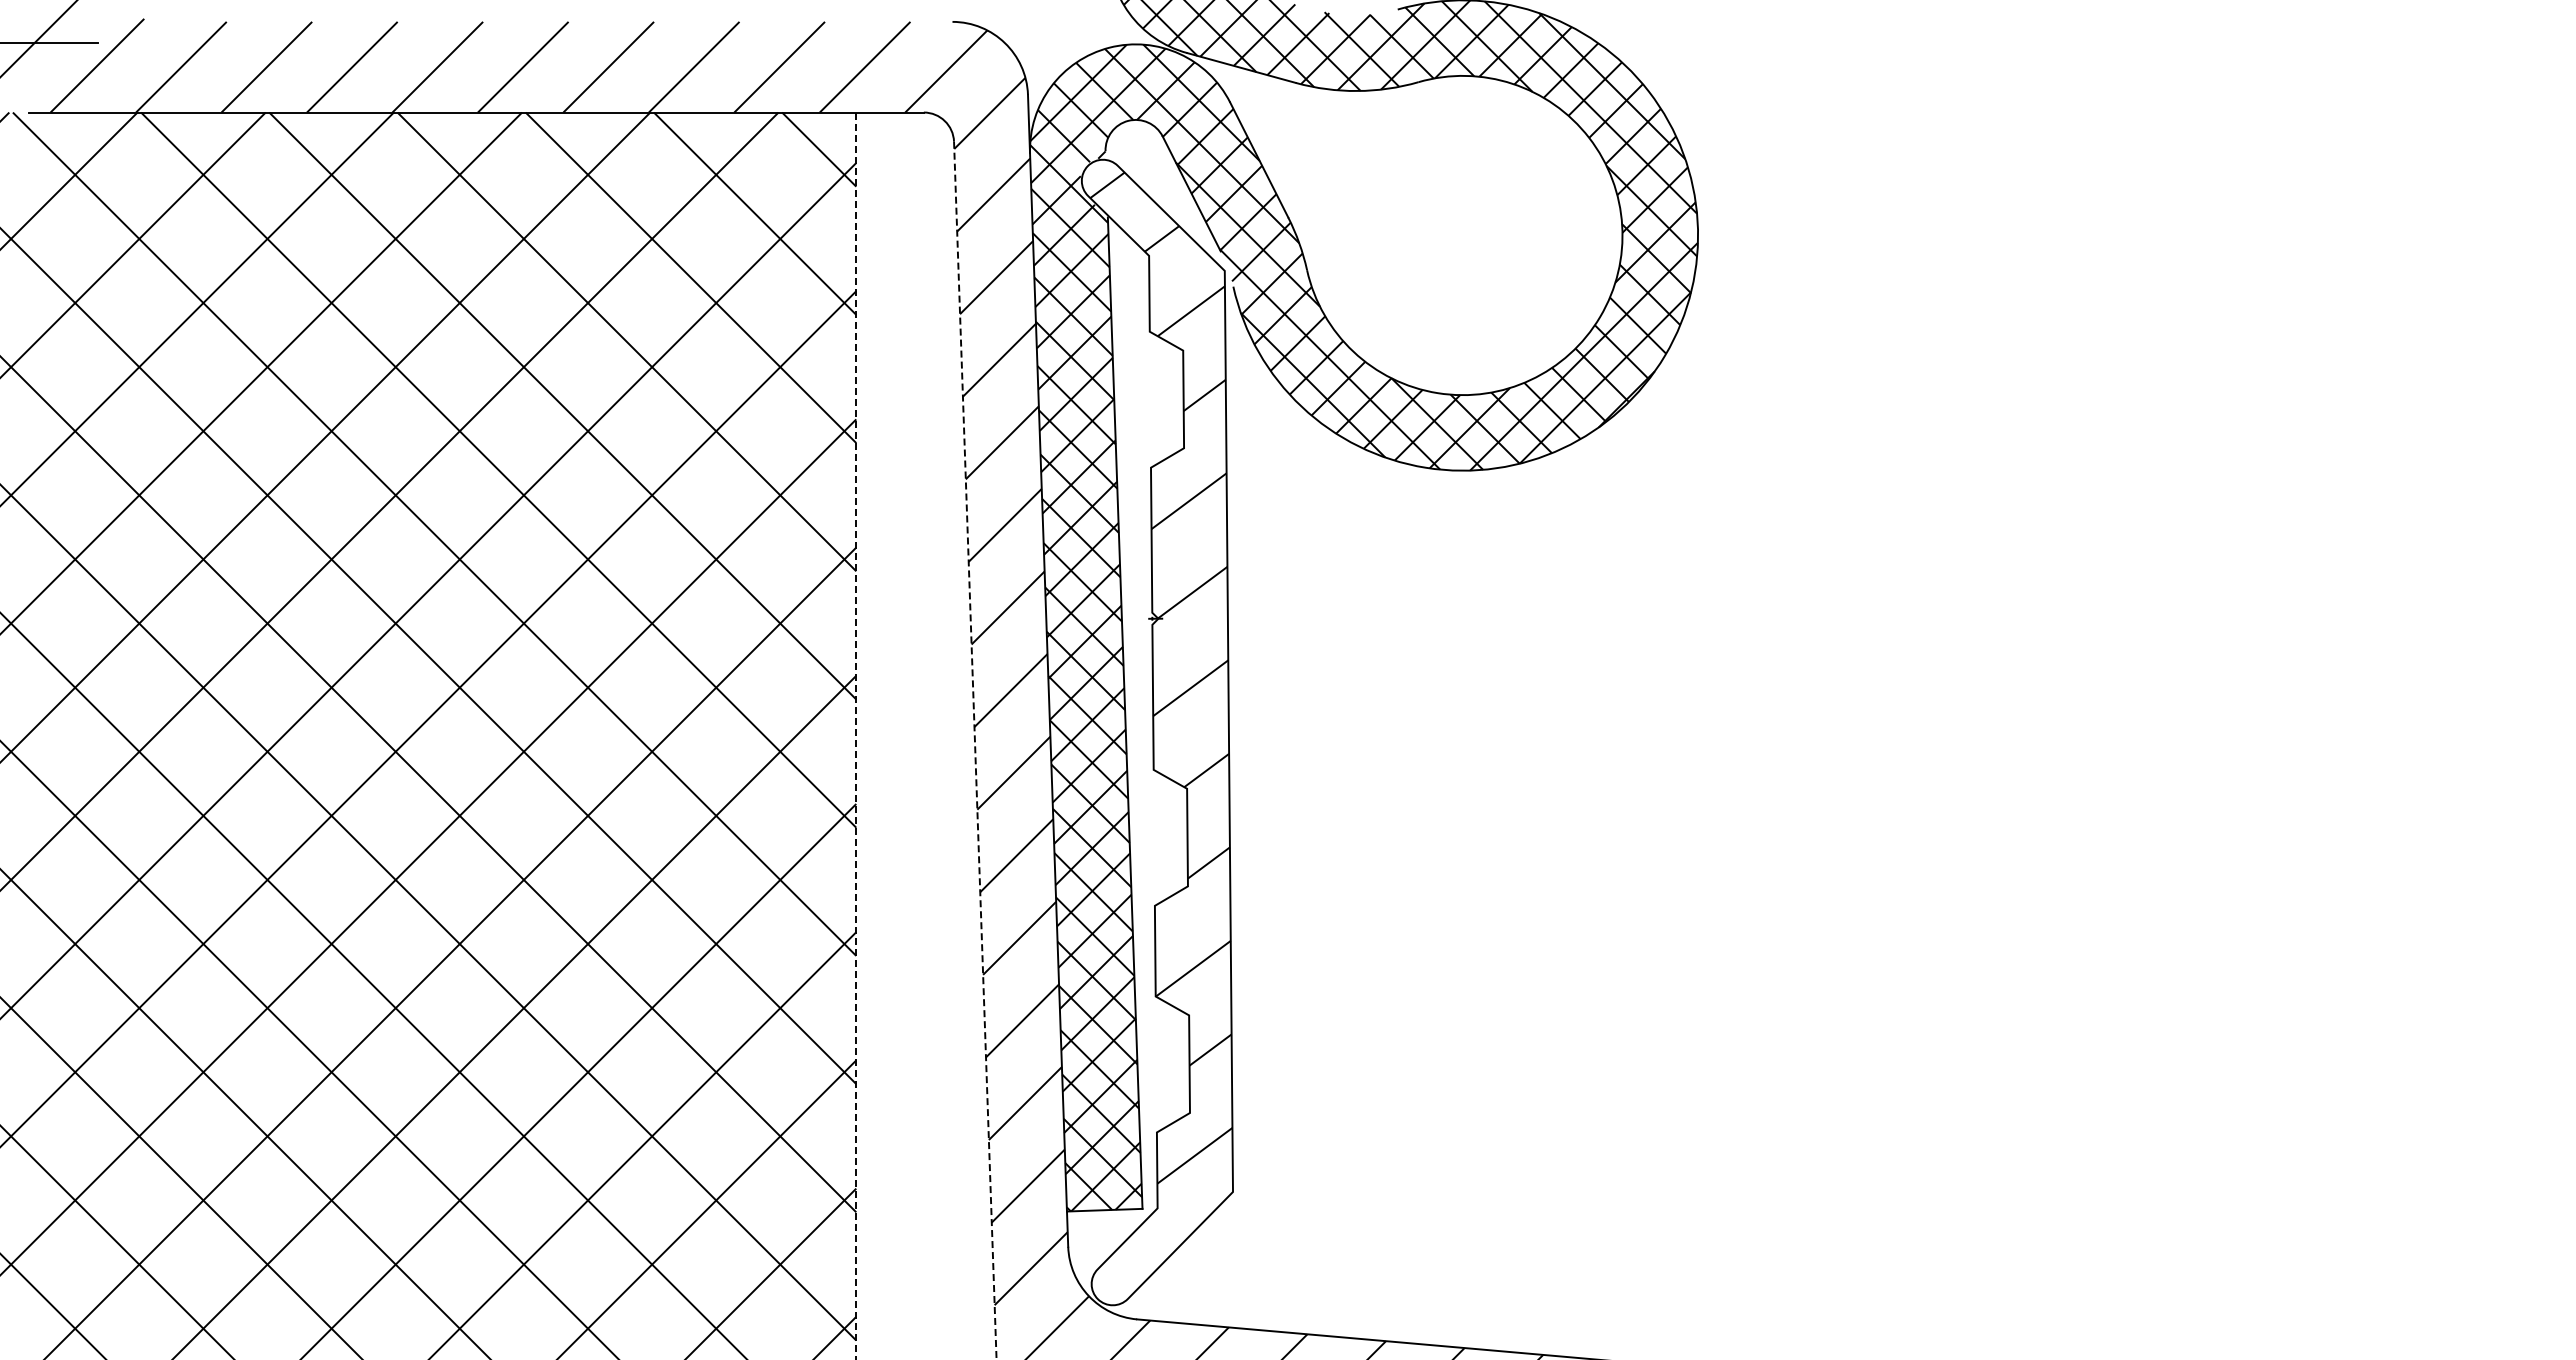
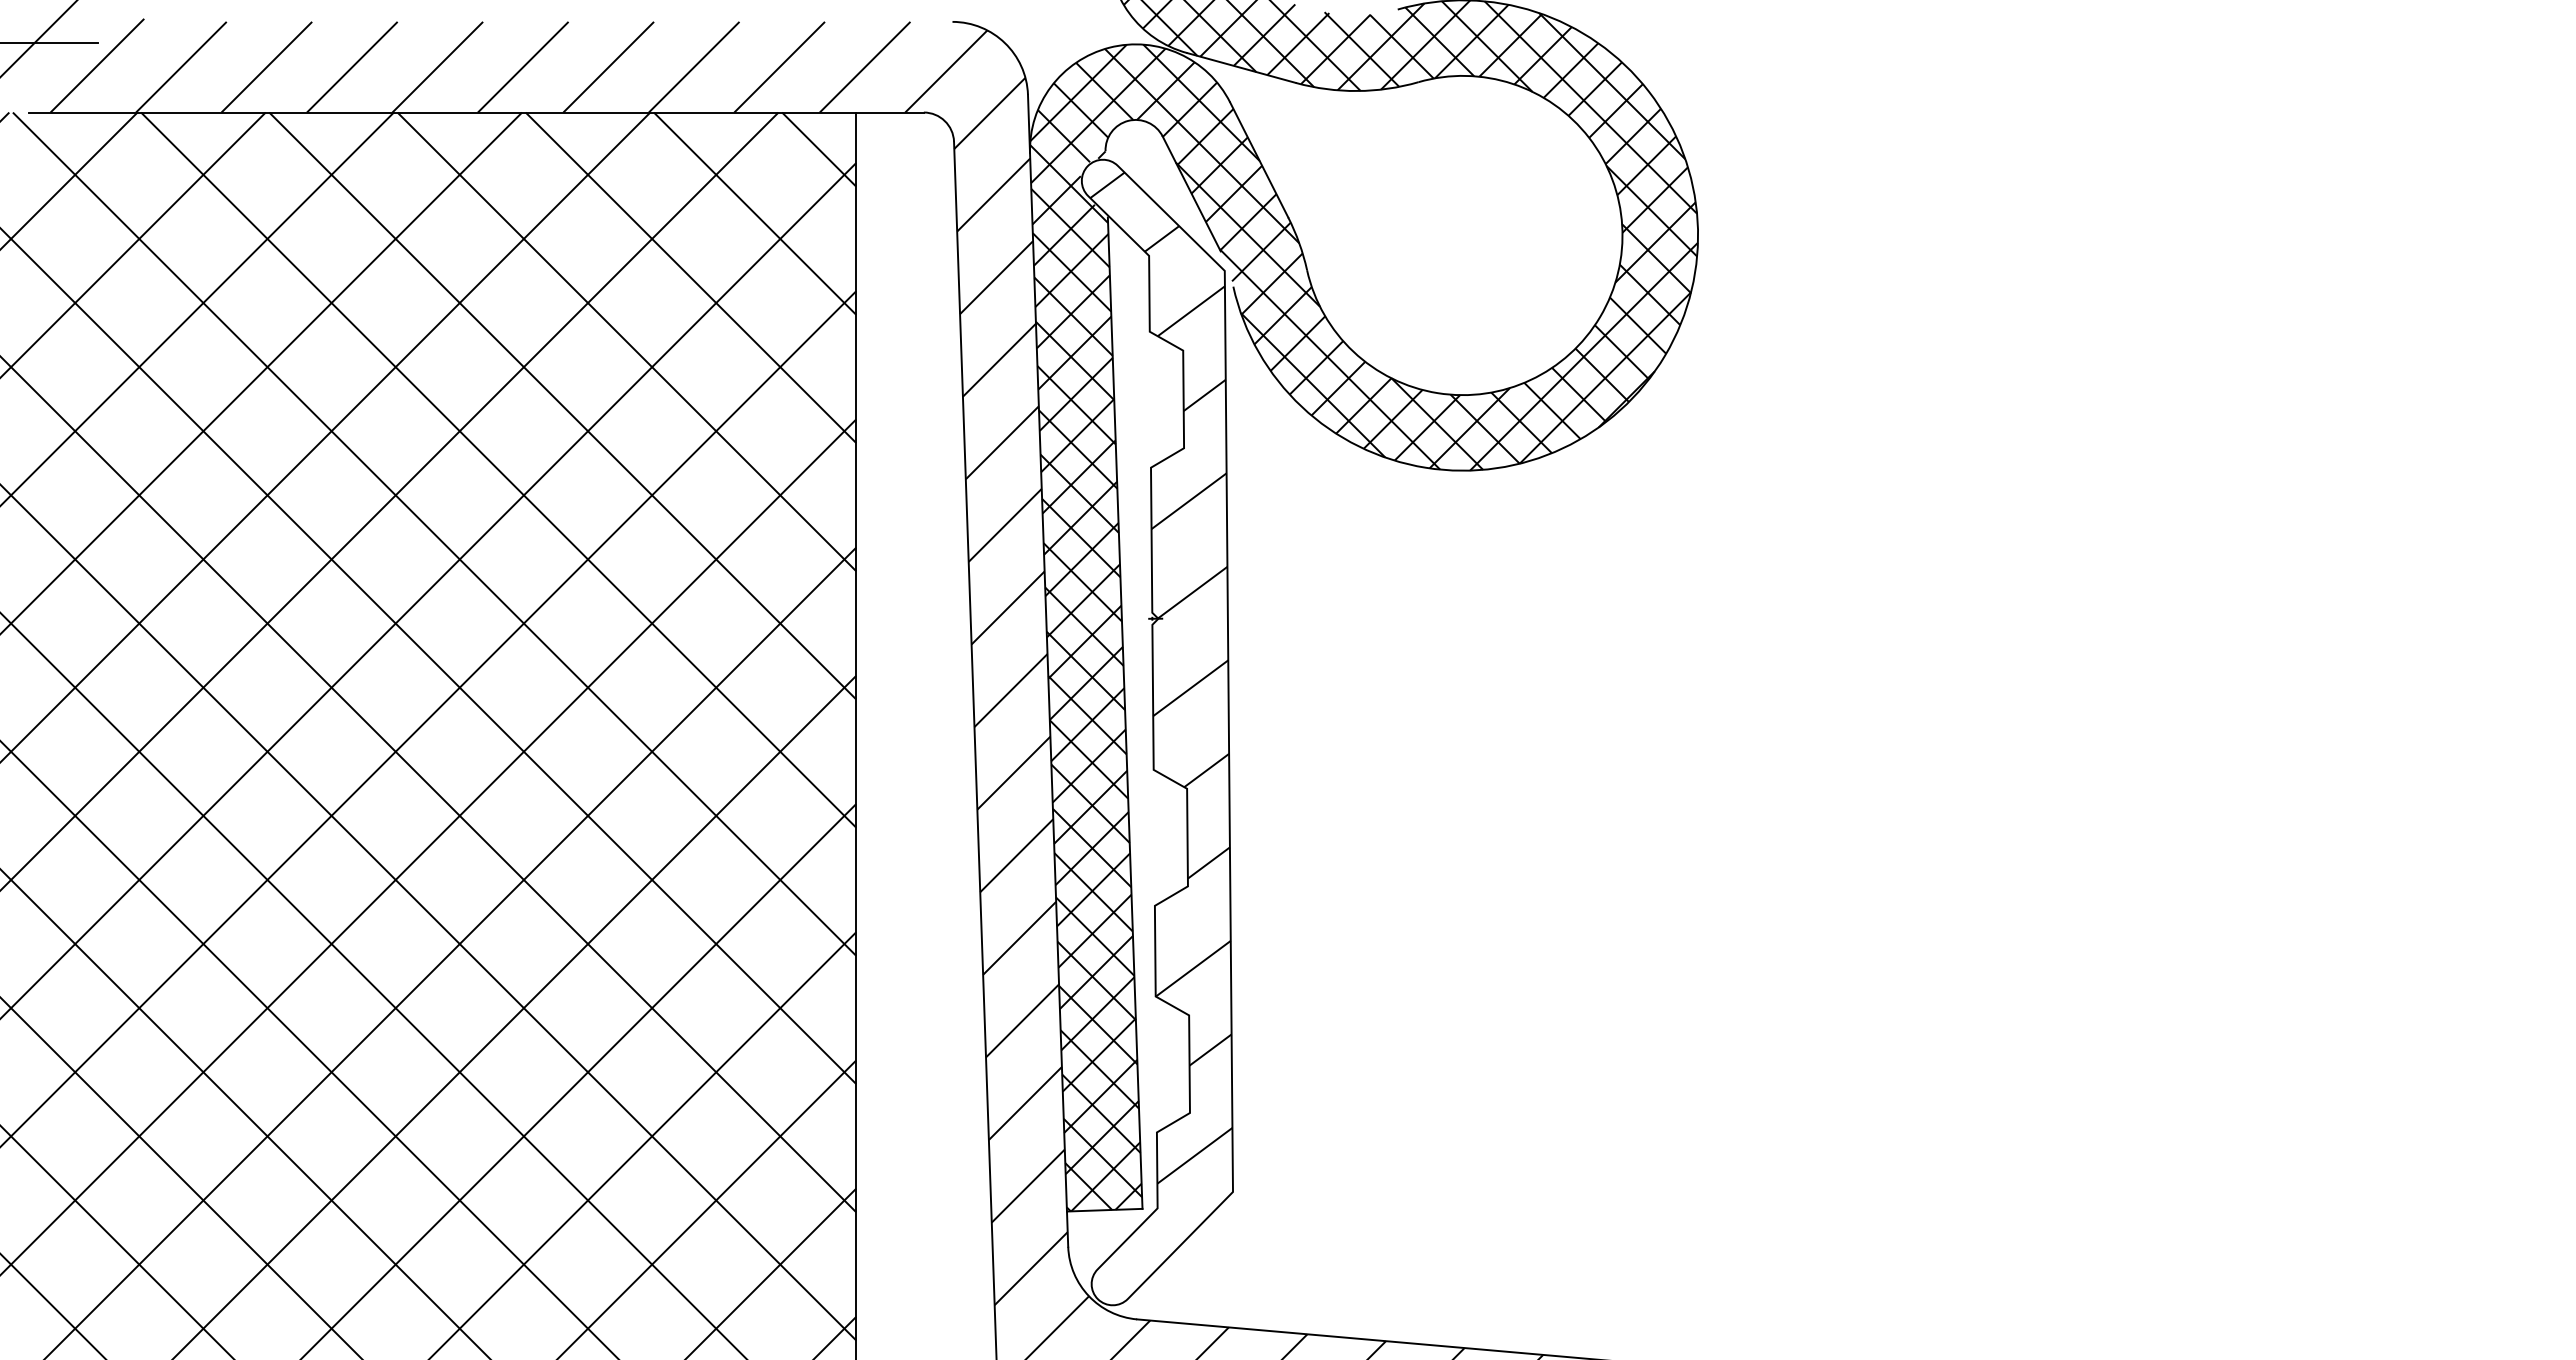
line at (856, 736): dashed -> solid
line at (975, 751): dashed -> solid
